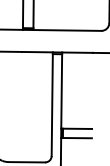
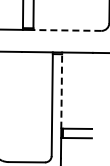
line at (67, 30): solid -> dashed
line at (61, 90): solid -> dashed
